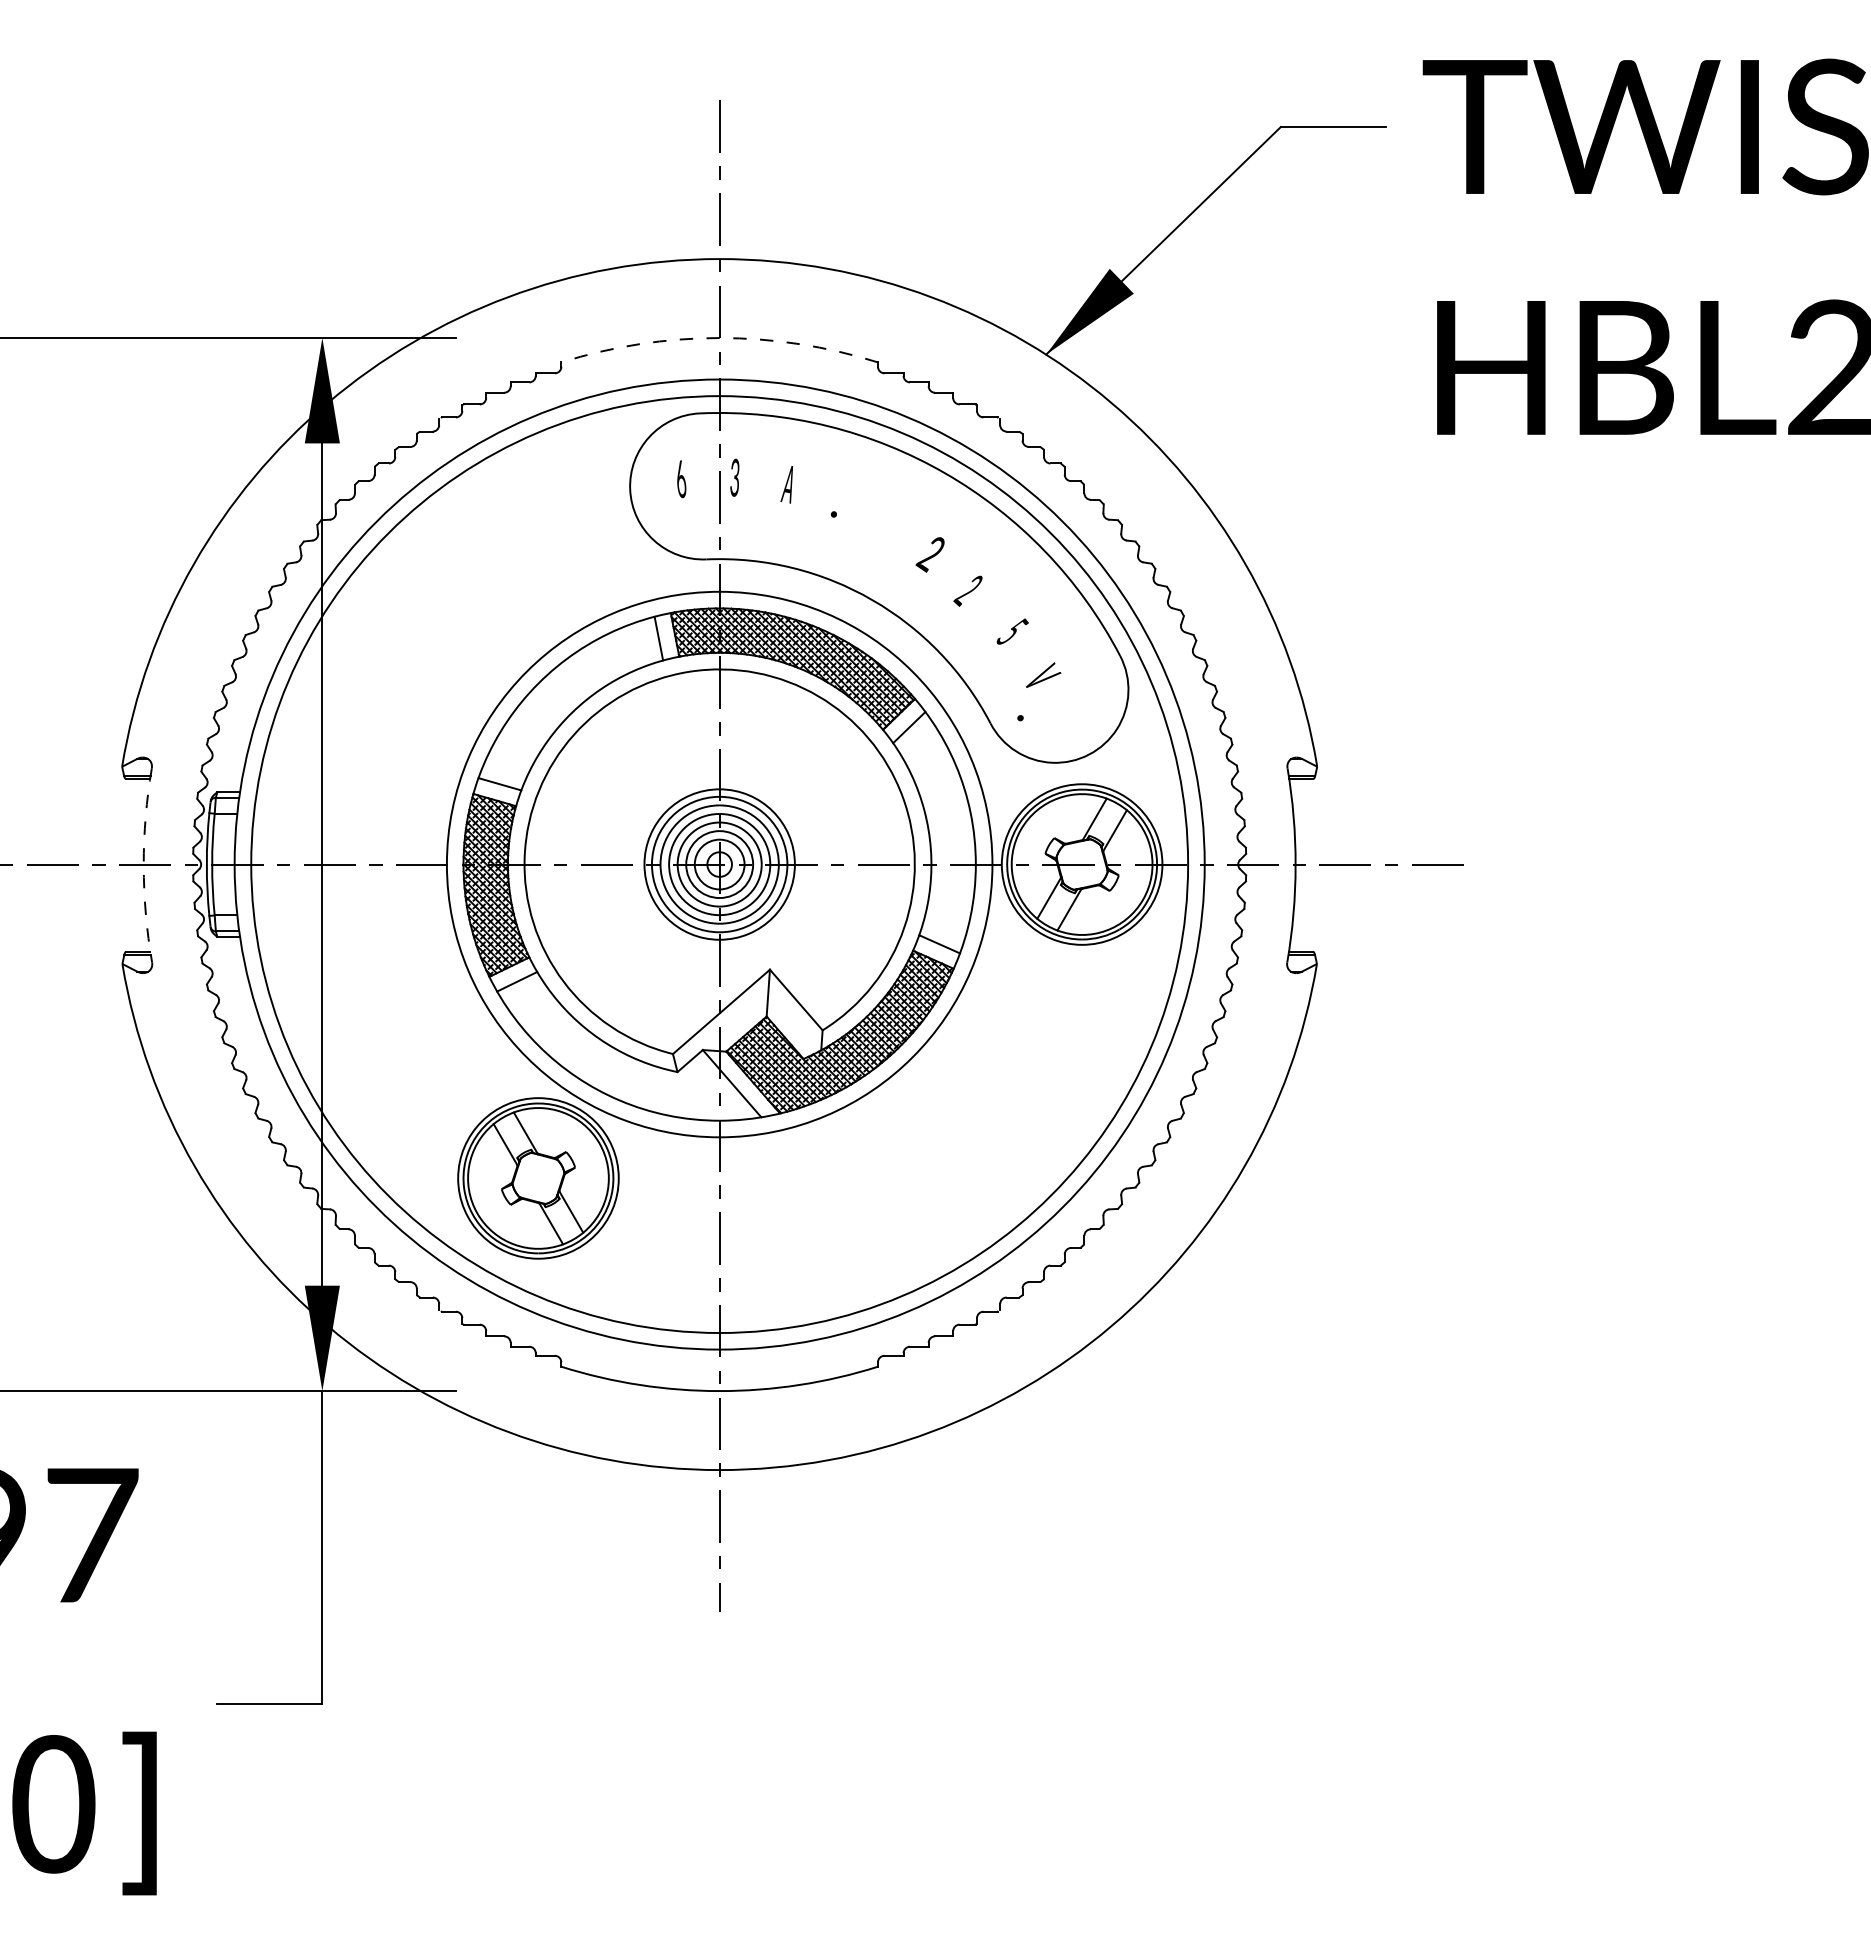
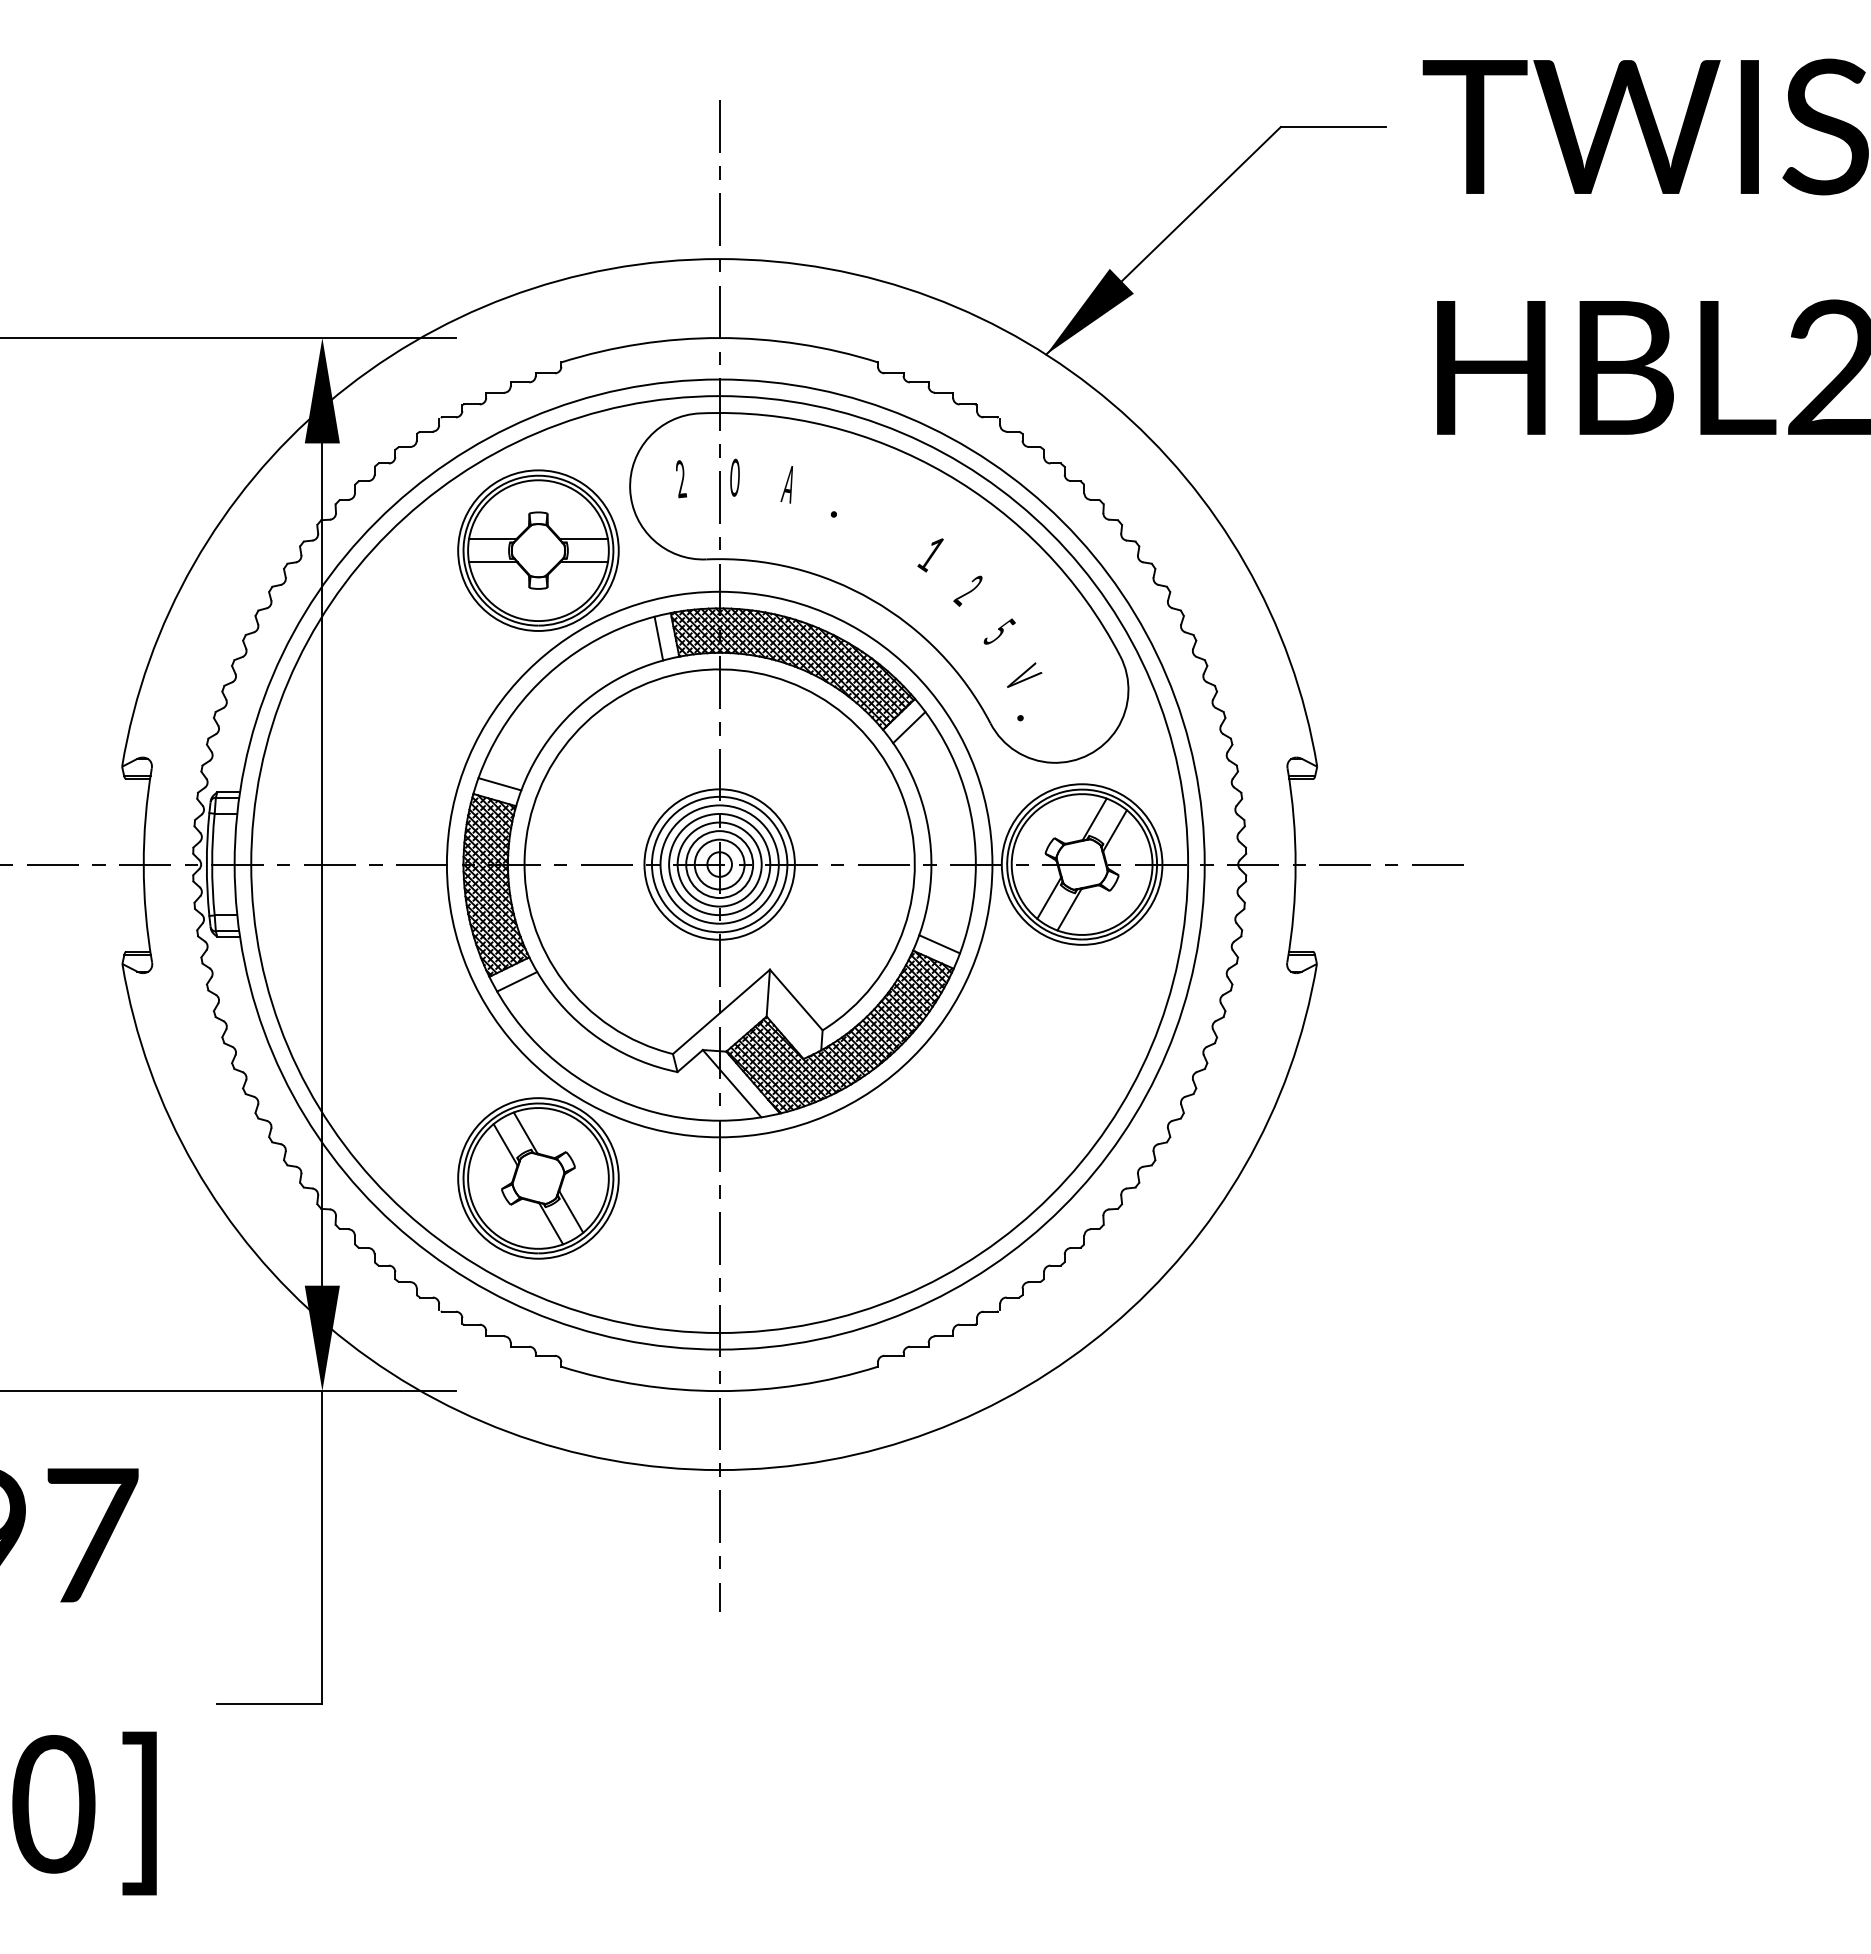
arc at (719, 338): dashed -> solid
text at (734, 477): 3 -> 0
text at (681, 479): 6 -> 2
part at (538, 550): none -> present
text at (929, 554): 2 -> 1
text at (1012, 631) position: (1012, 631) -> (999, 631)
text at (1043, 674) position: (1043, 674) -> (1024, 674)
arc at (143, 865): dashed -> solid
